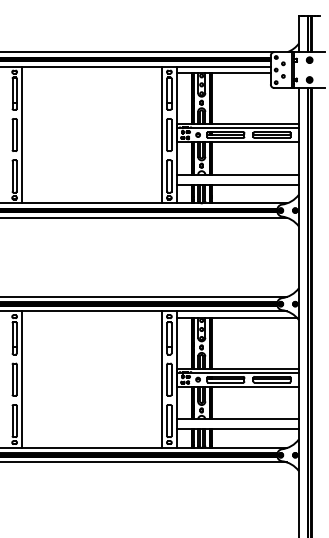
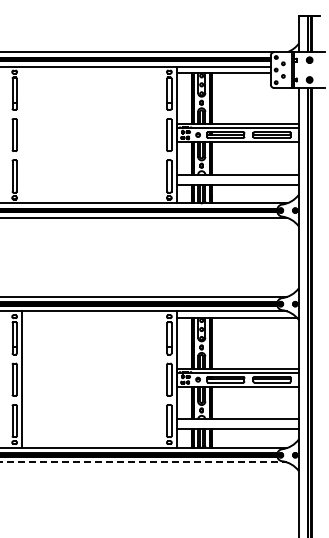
line at (21, 134): present -> none
line at (162, 134): present -> none
line at (162, 379): present -> none
line at (144, 462): solid -> dashed
